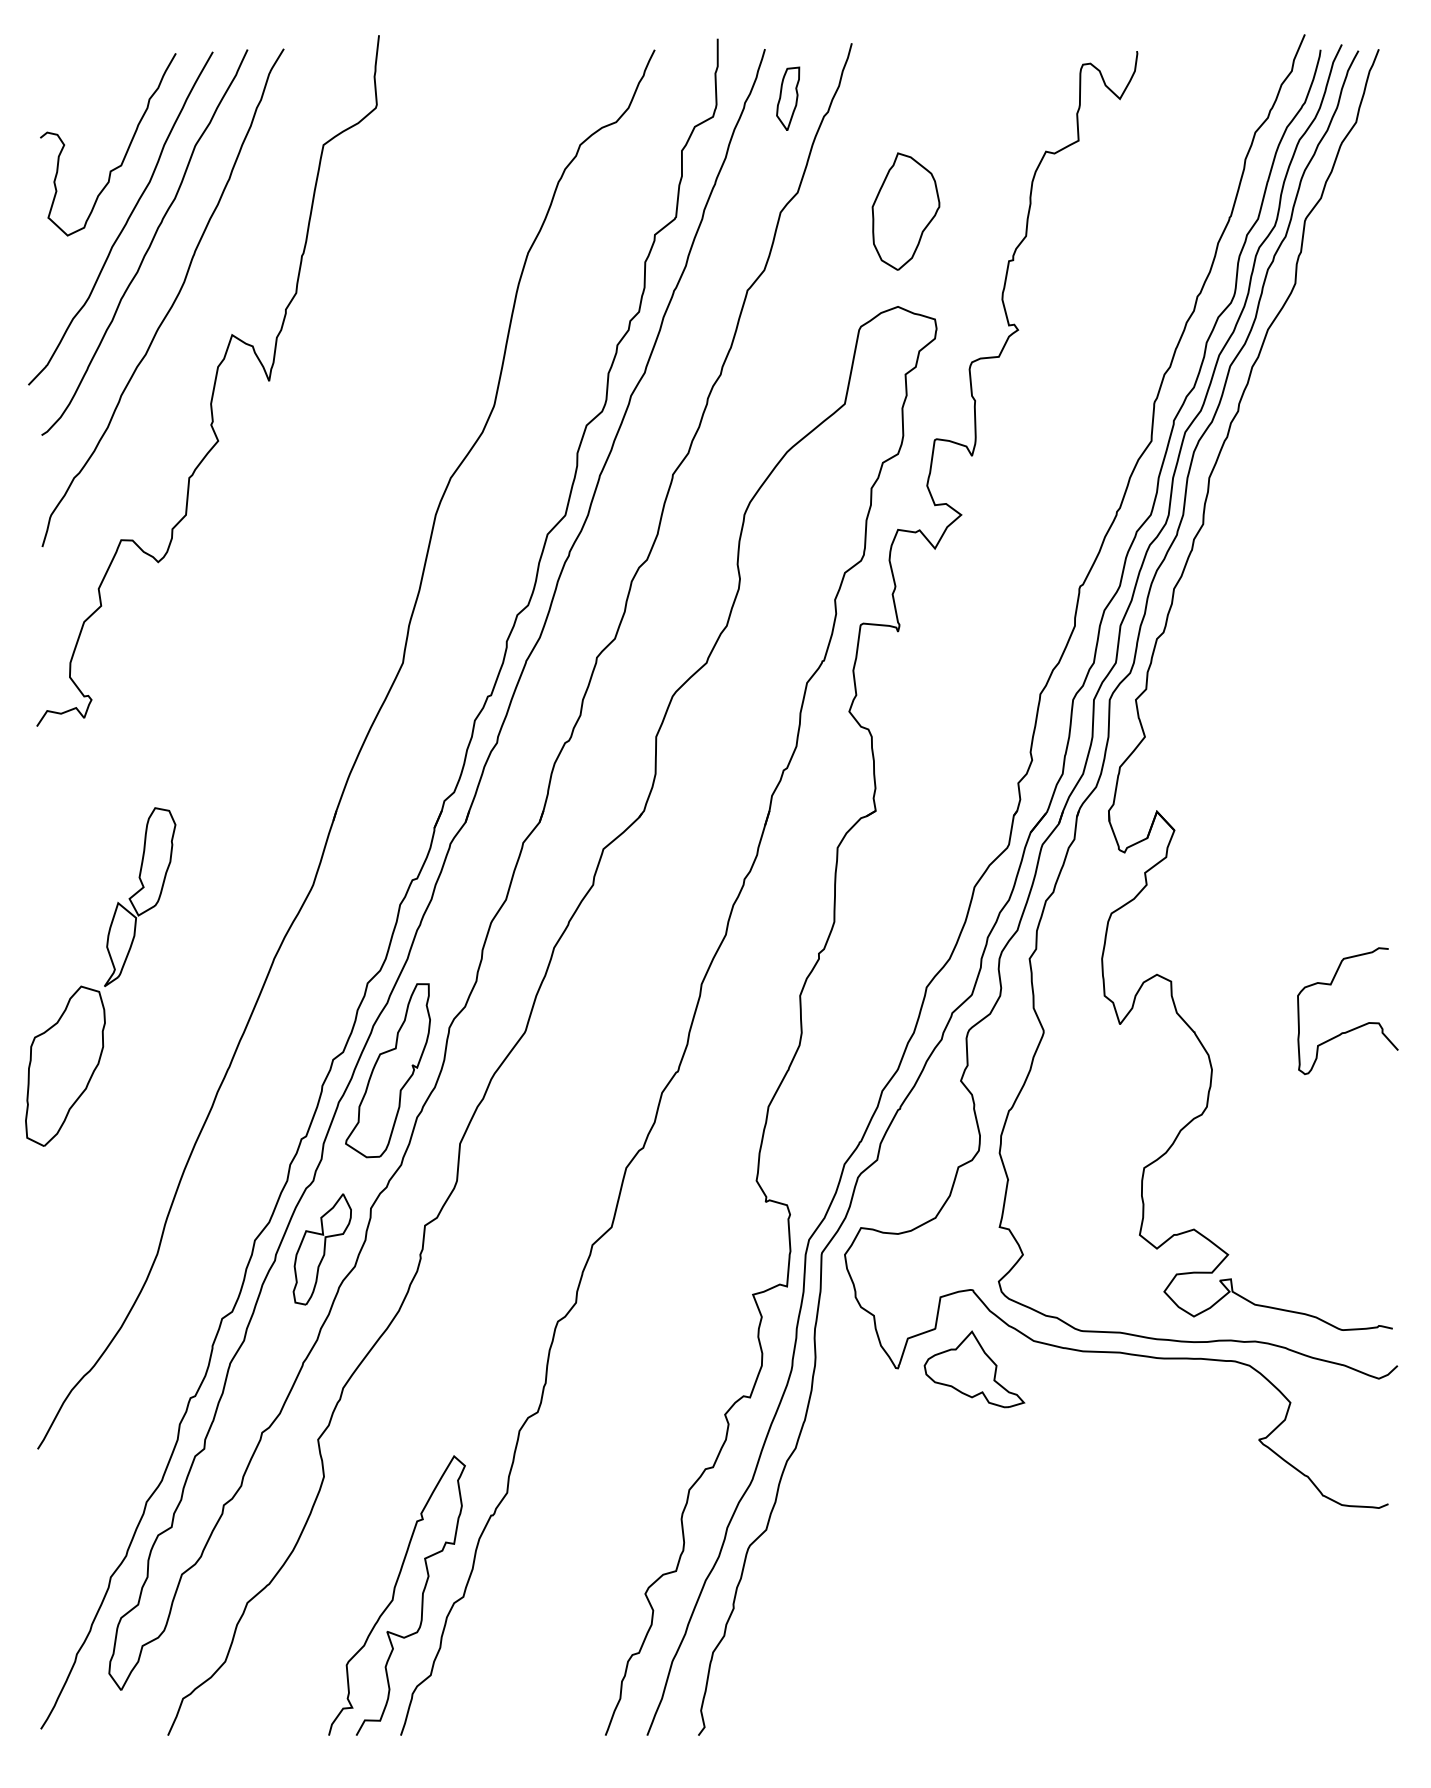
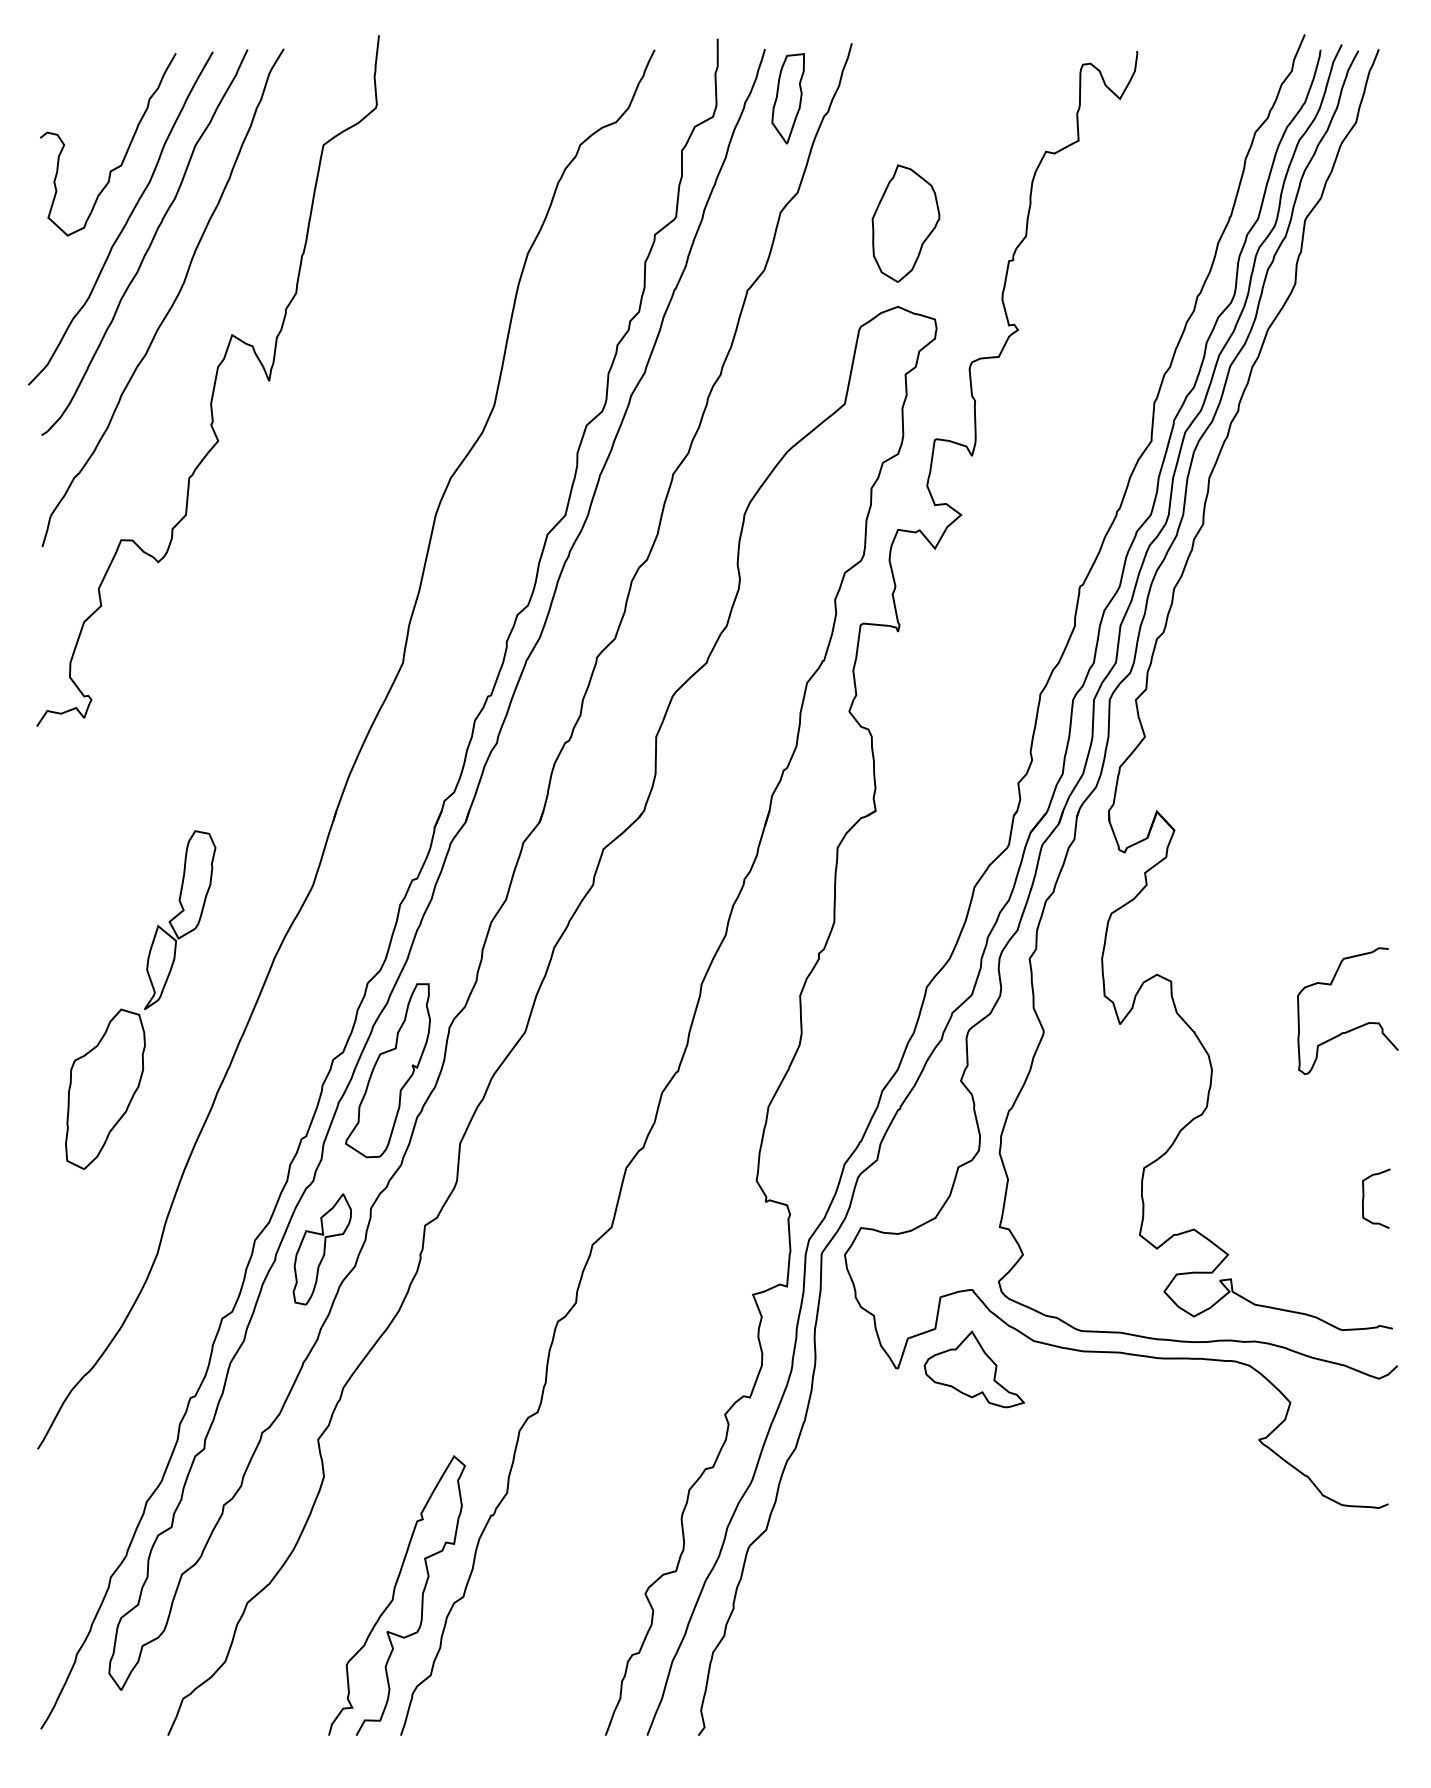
part at (788, 98) size: 25x65 px -> 34x92 px
part at (905, 211) position: (905, 211) -> (905, 223)
part at (106, 981) position: (106, 981) -> (146, 1004)
curve at (1364, 1198): none -> present
